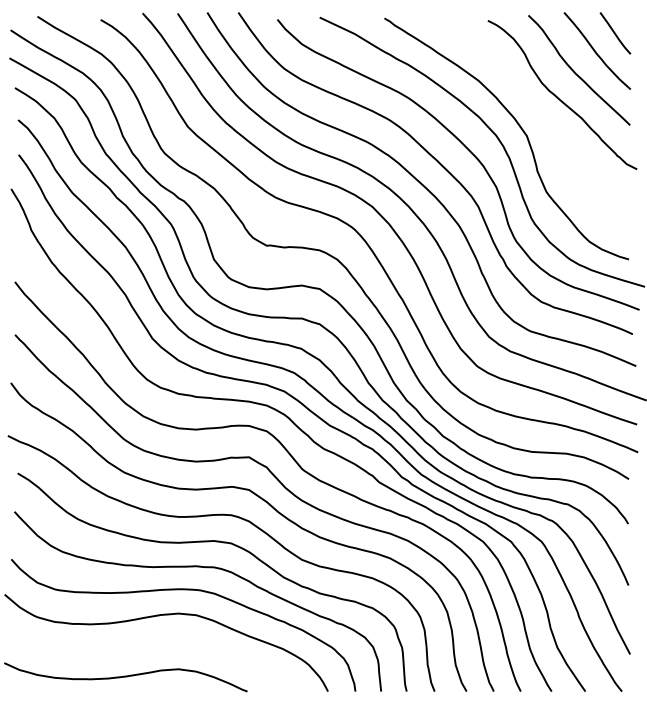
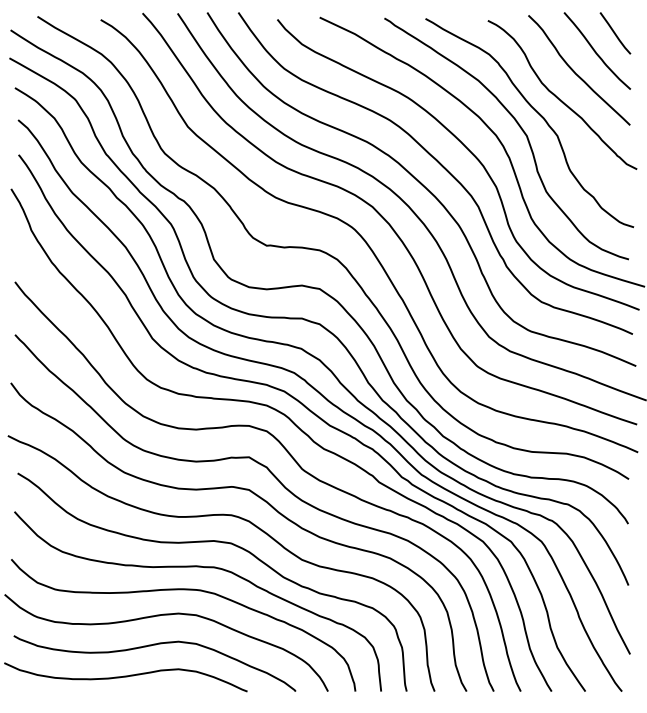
curve at (538, 114): none -> present
curve at (151, 646): none -> present
